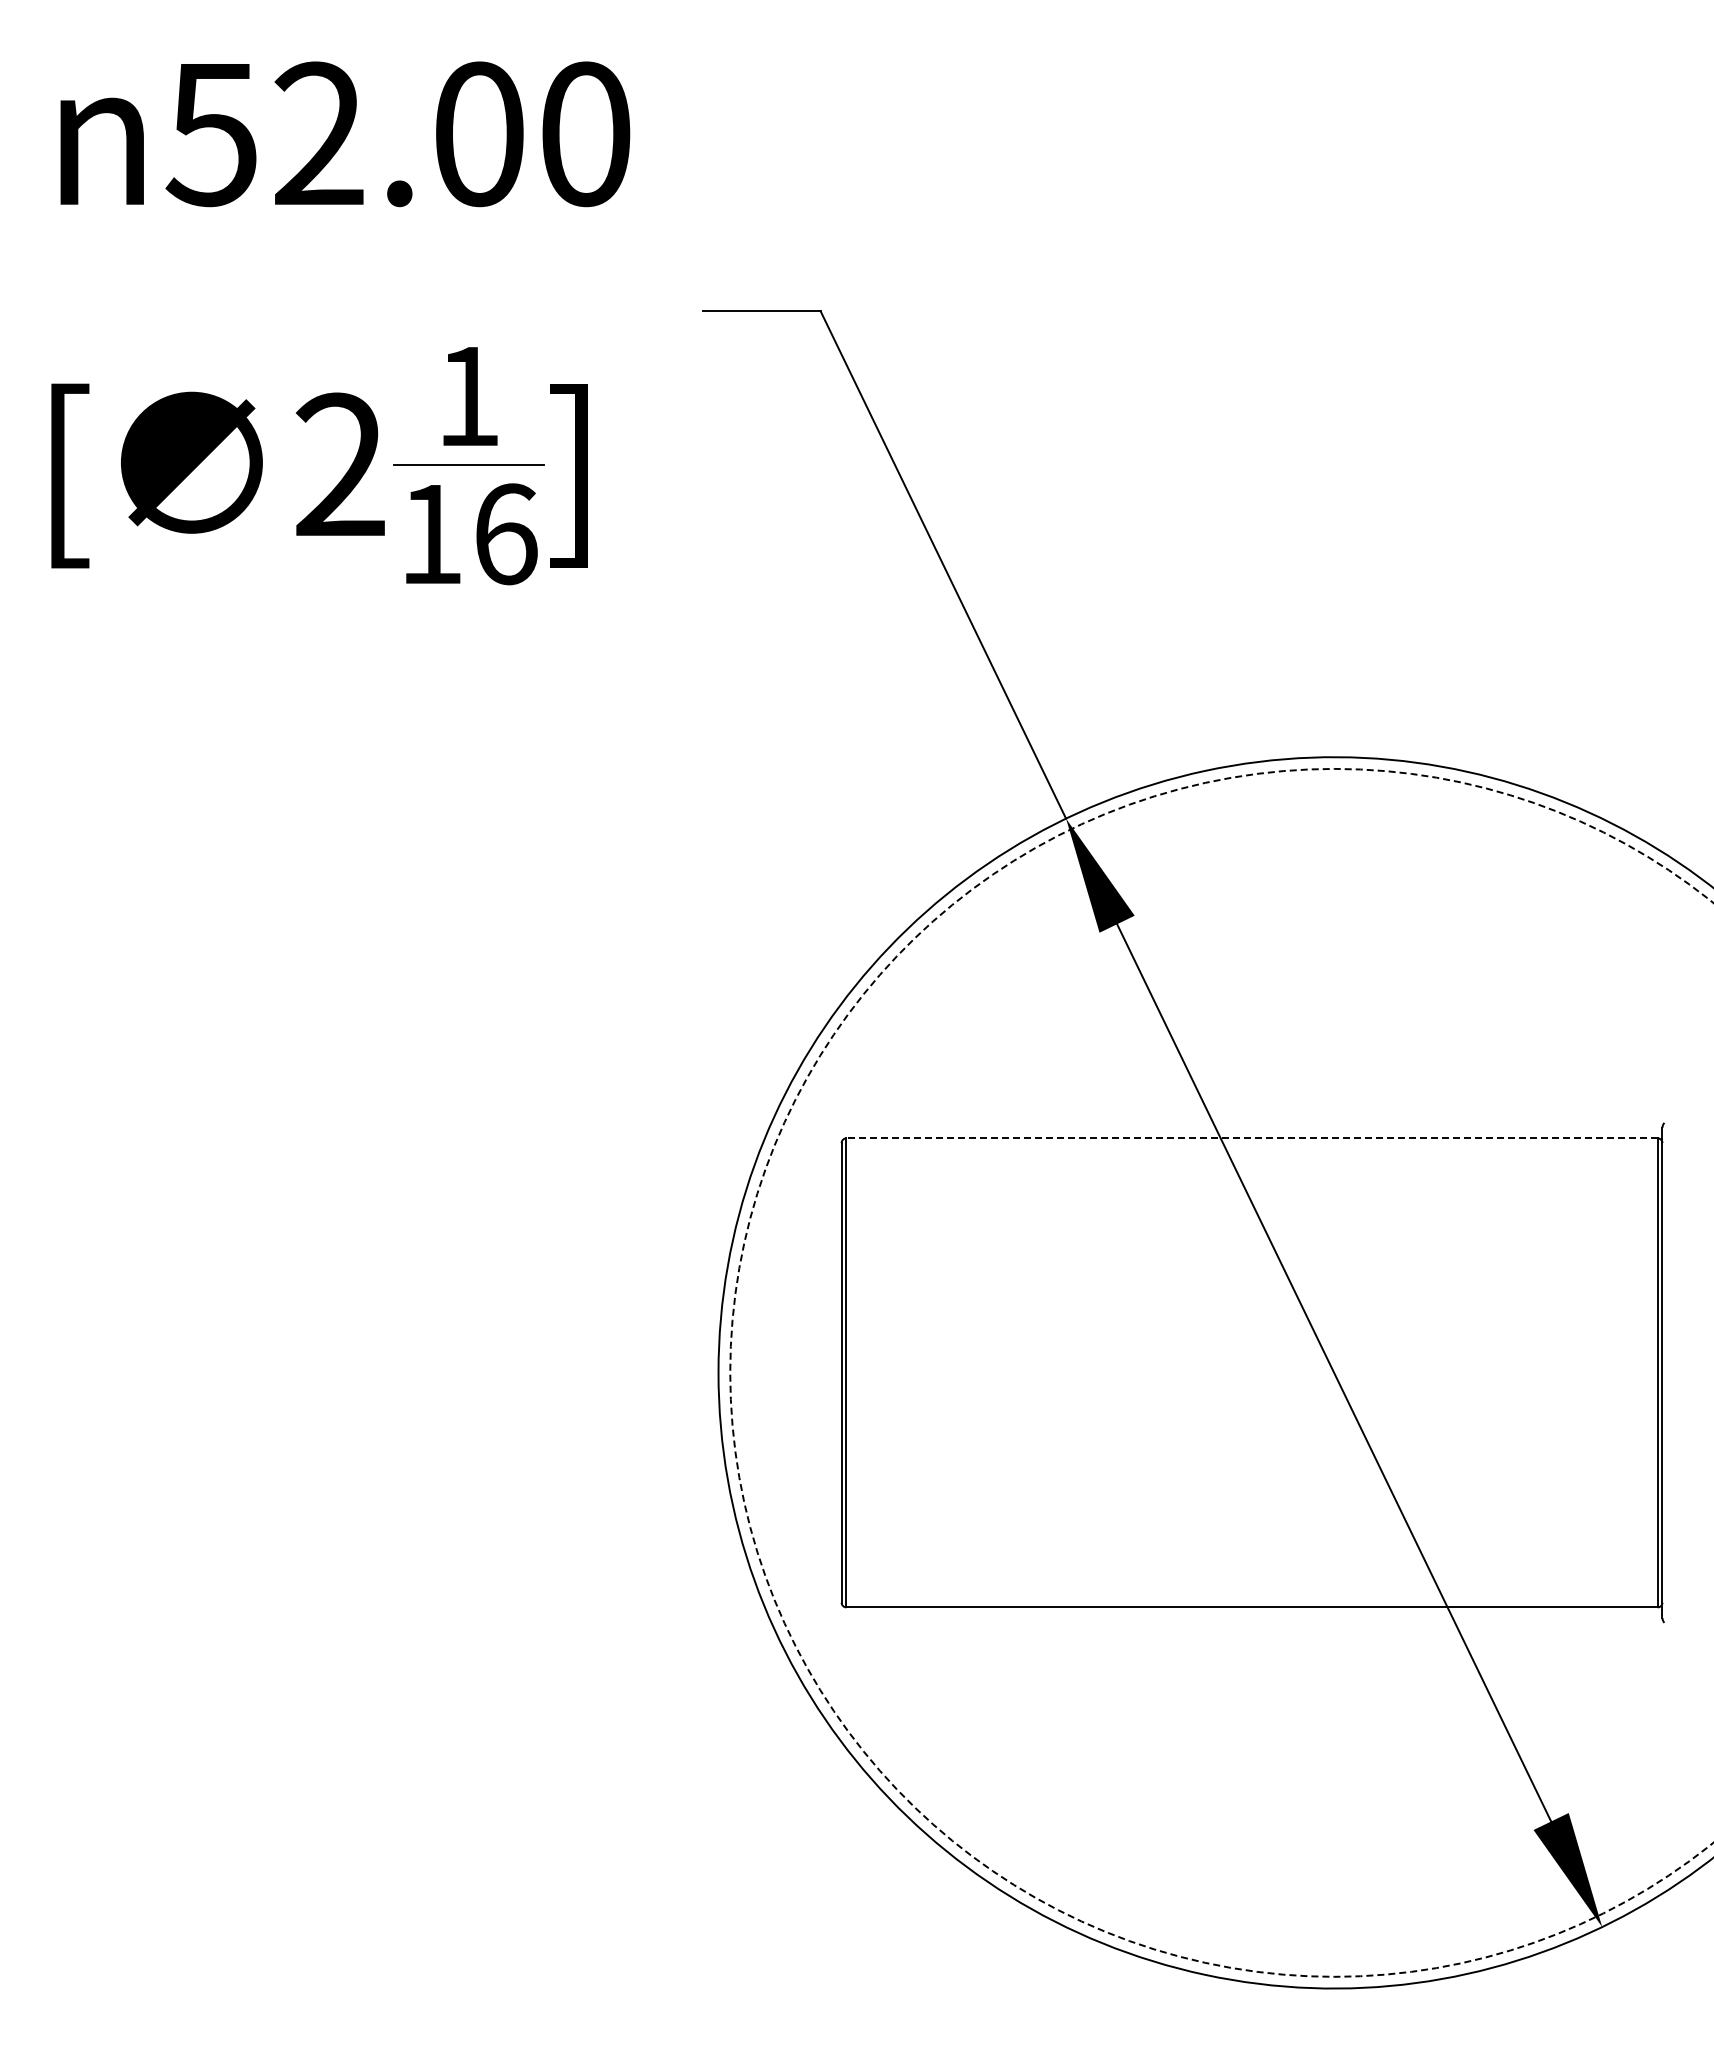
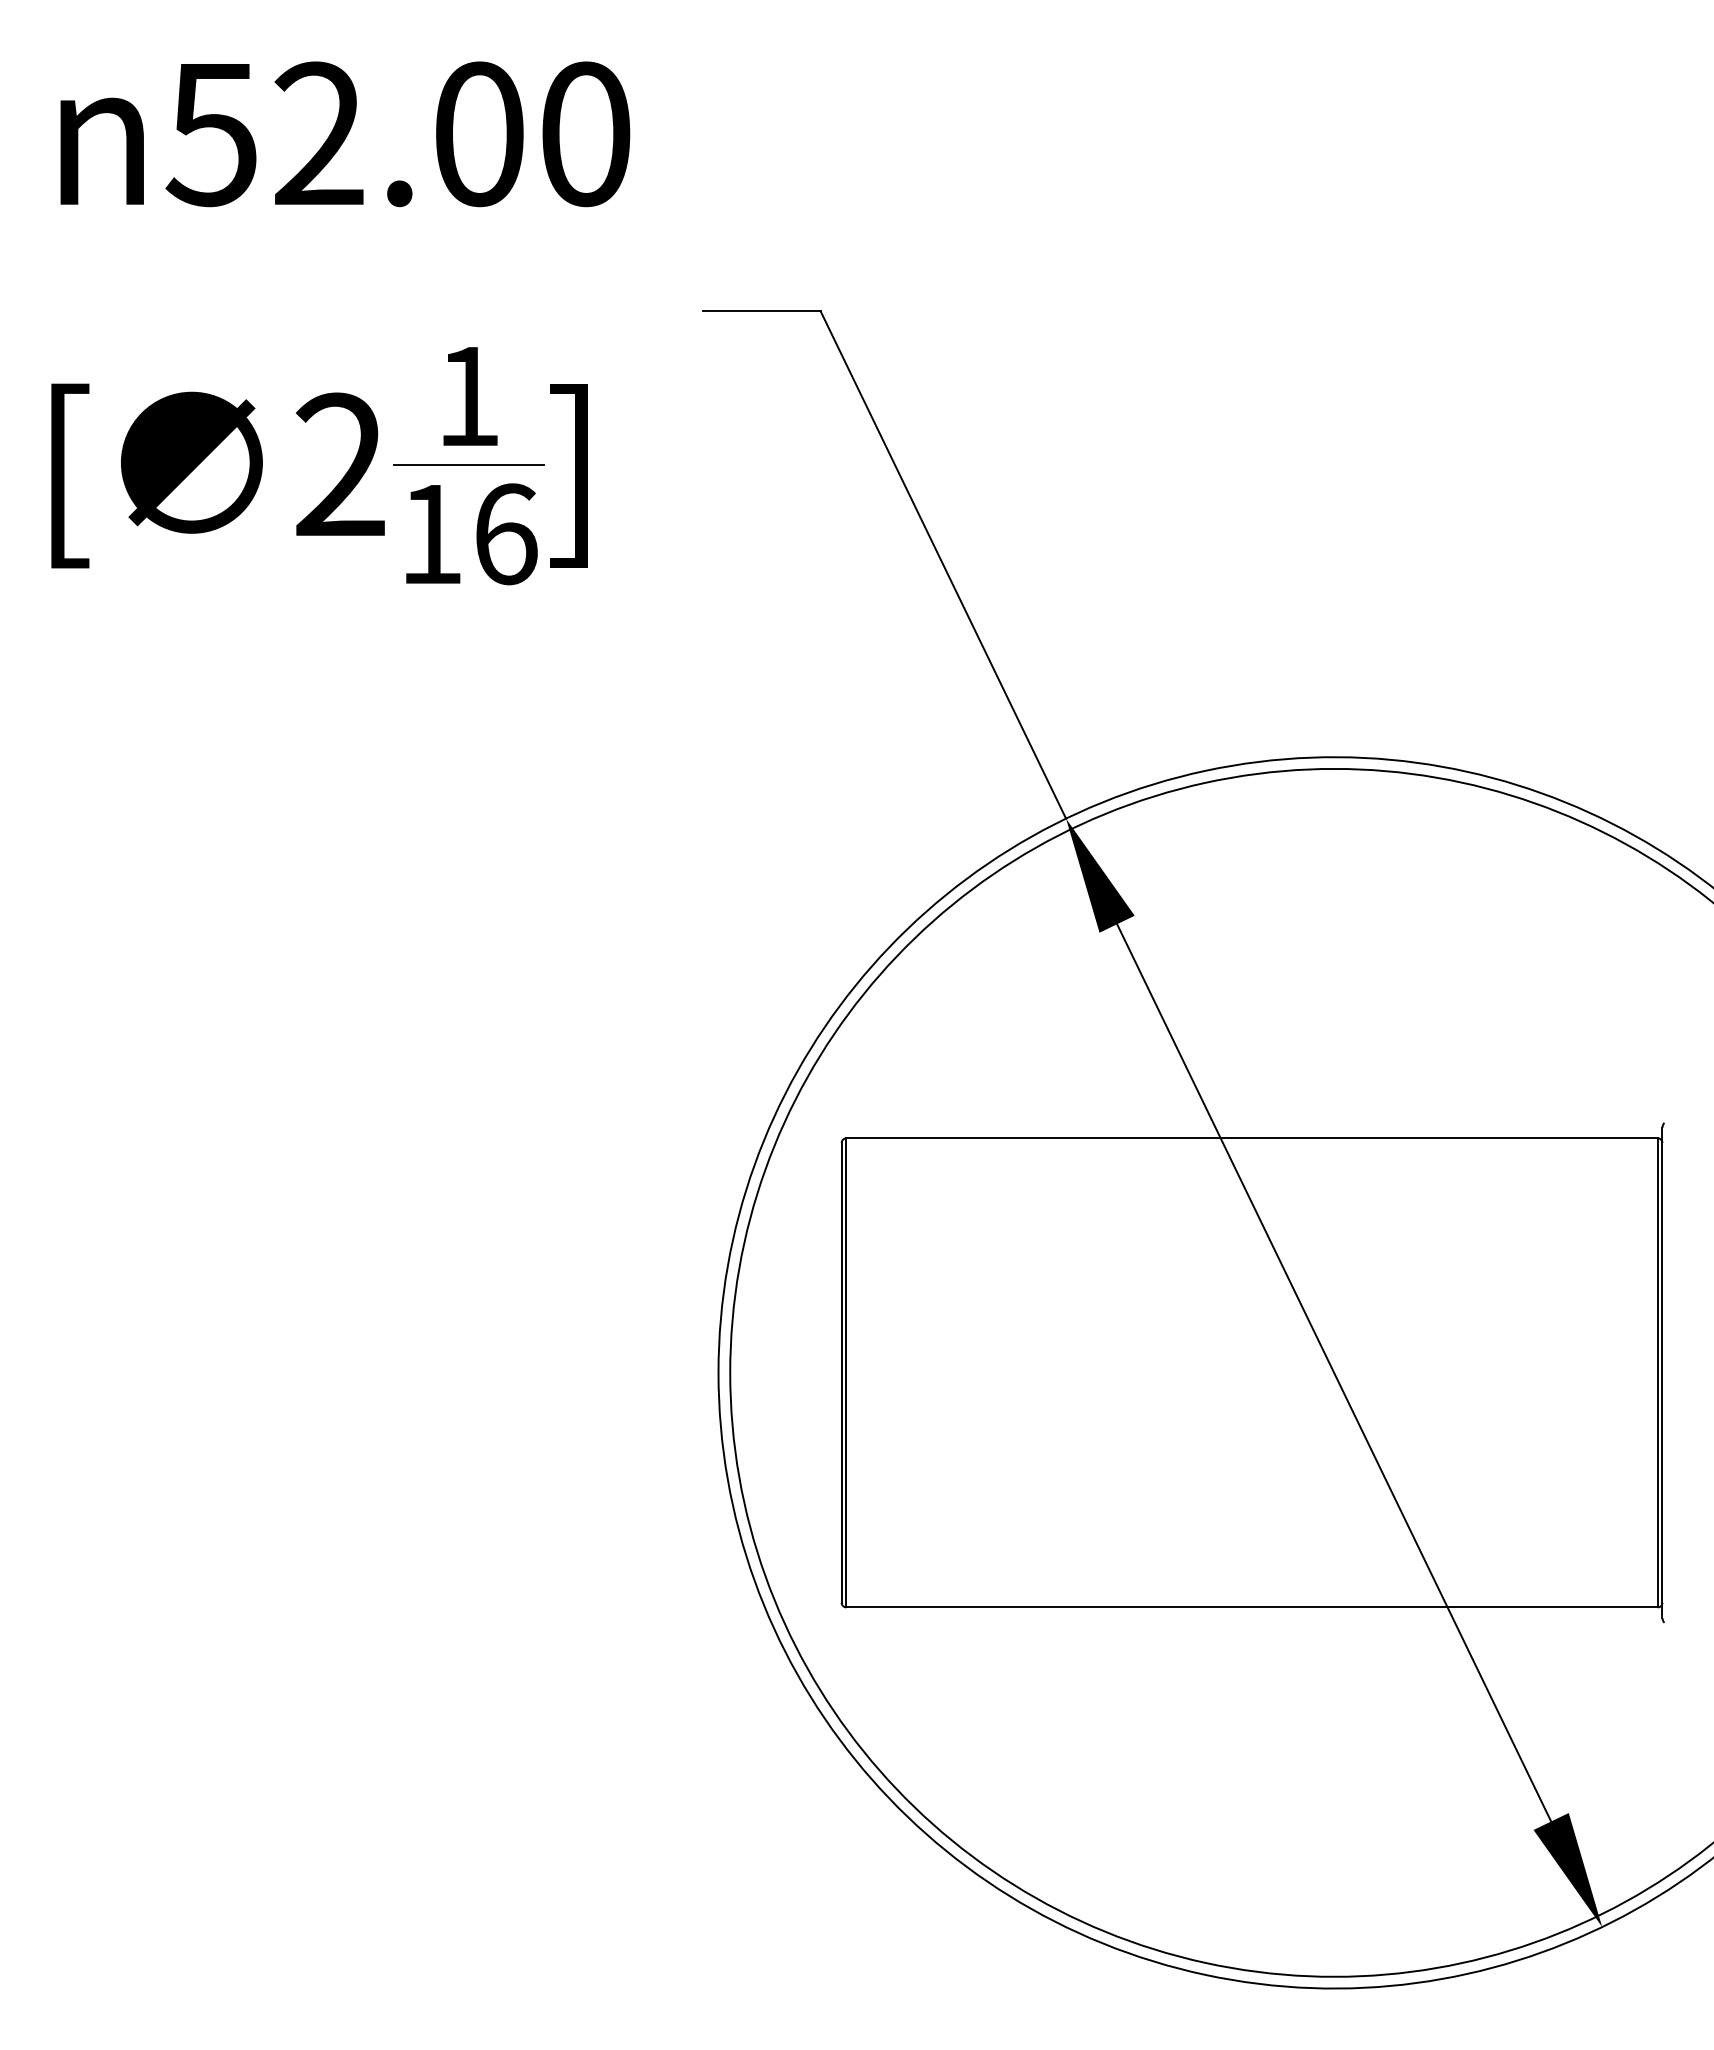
line at (1252, 1138): dashed -> solid
arc at (730, 1372): dashed -> solid
